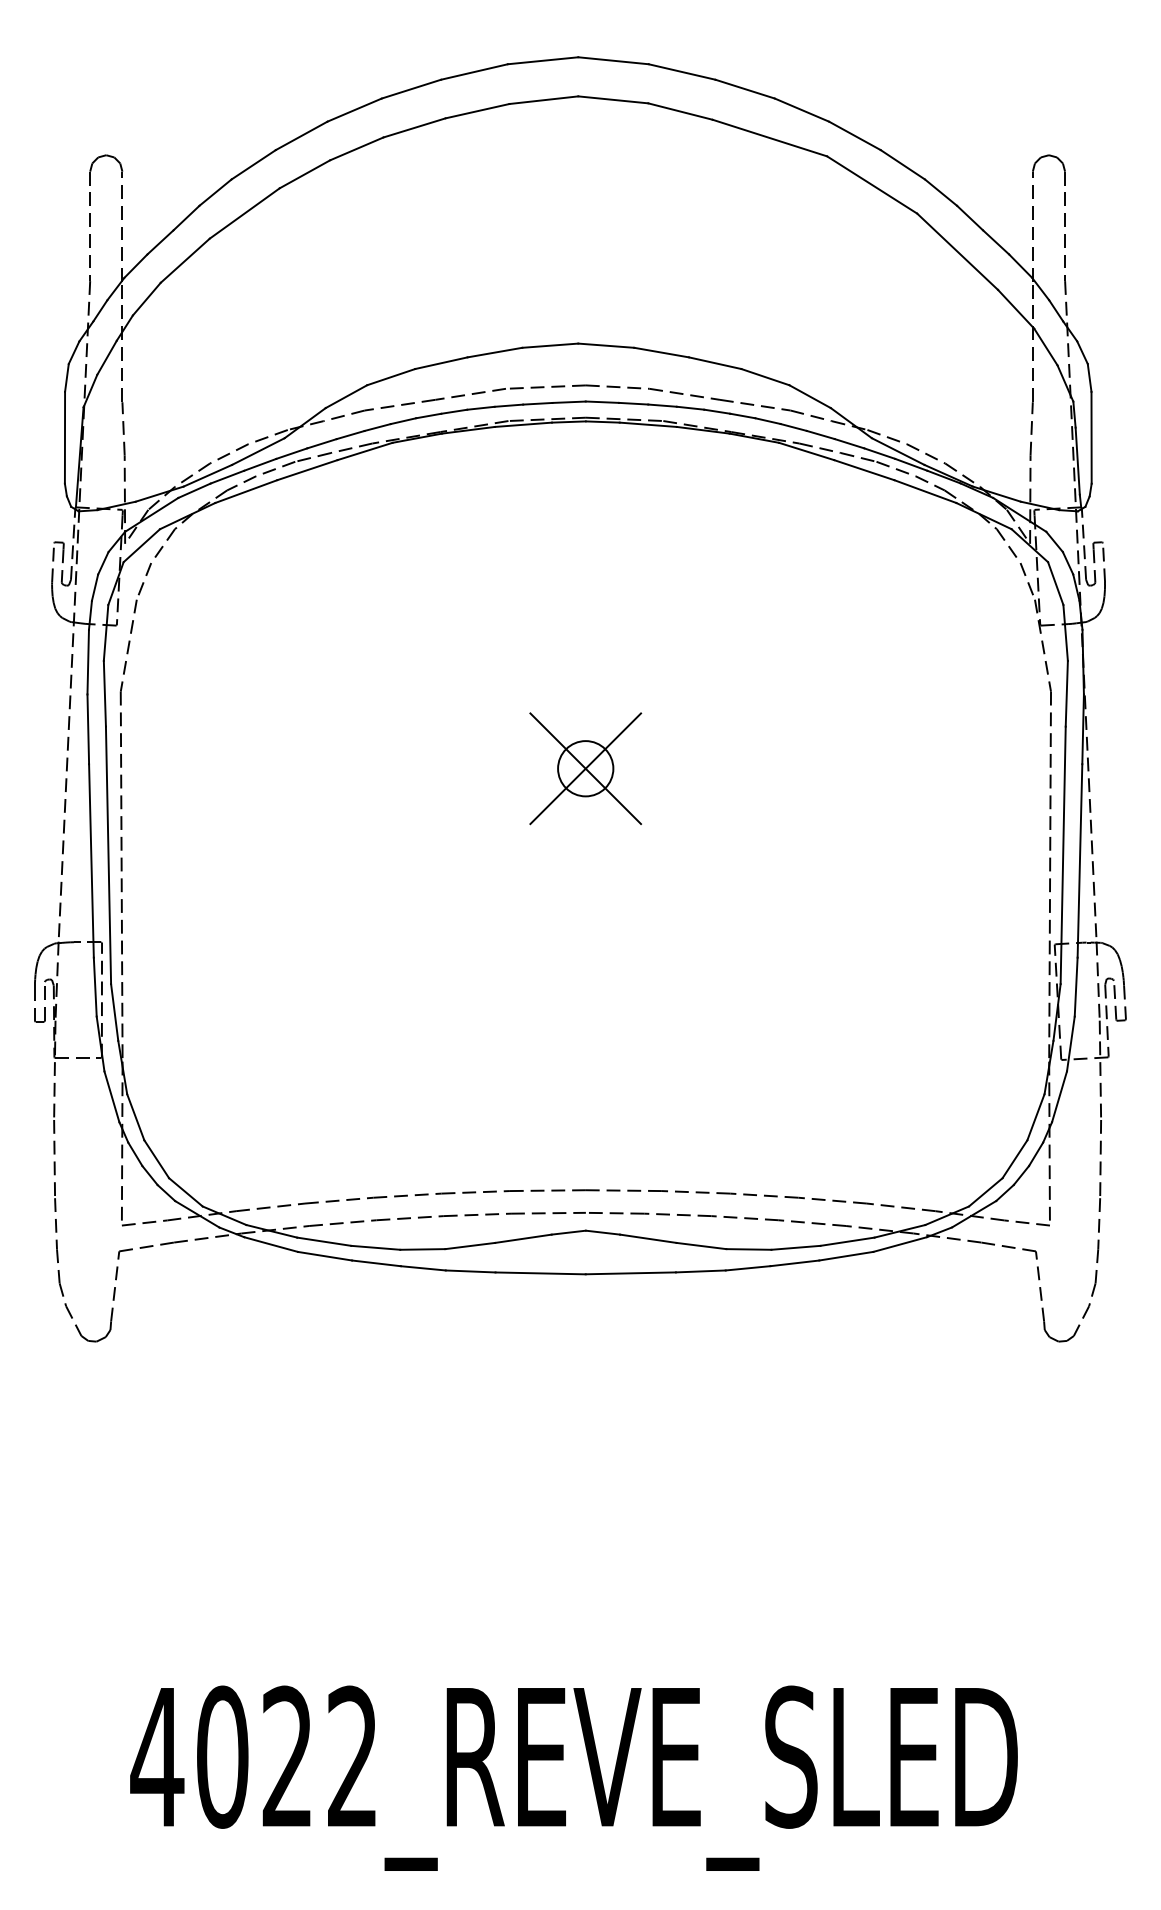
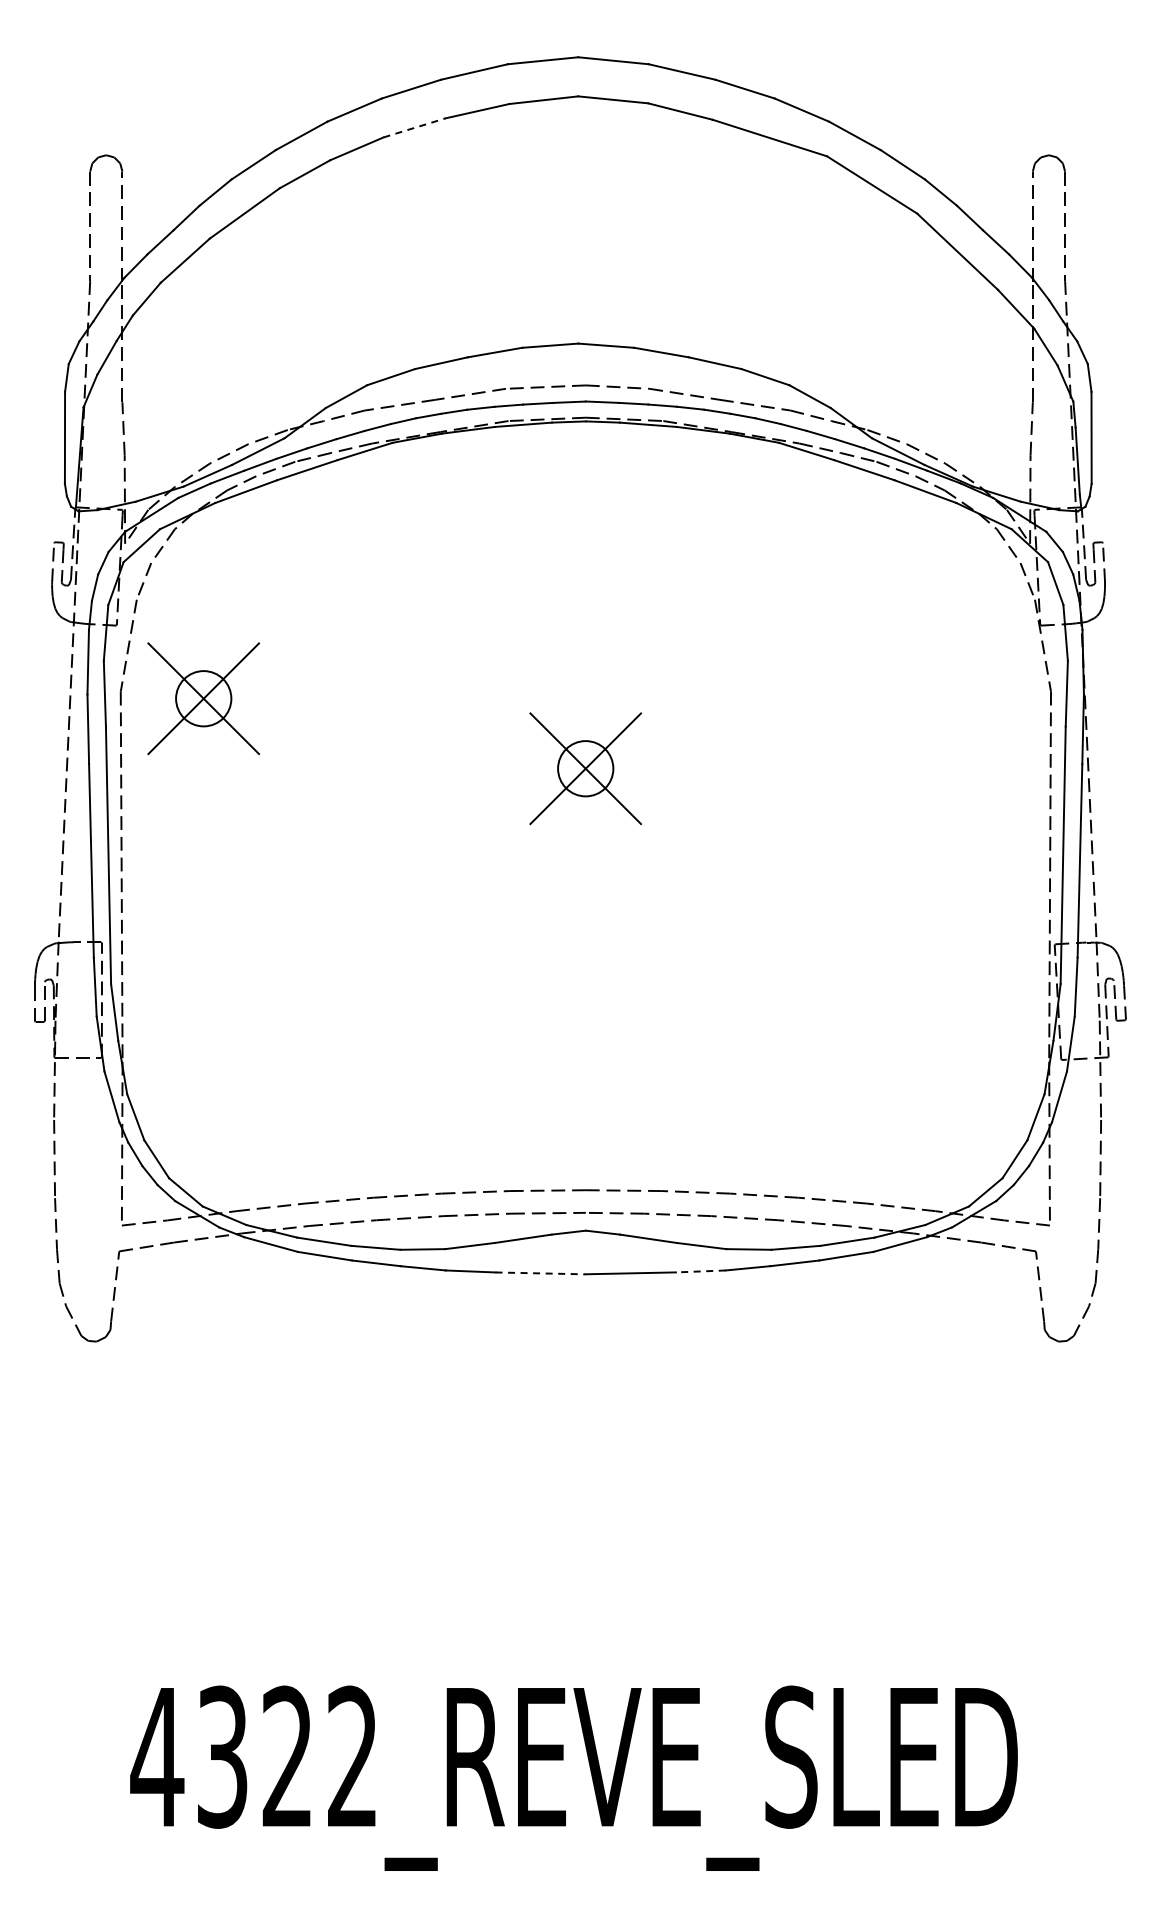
line at (414, 127): solid -> dashed
part at (203, 698): none -> present
line at (700, 1271): solid -> dashed
line at (541, 1273): solid -> dashed
text at (222, 1756): 4022_REVE_SLED -> 4322_REVE_SLED
